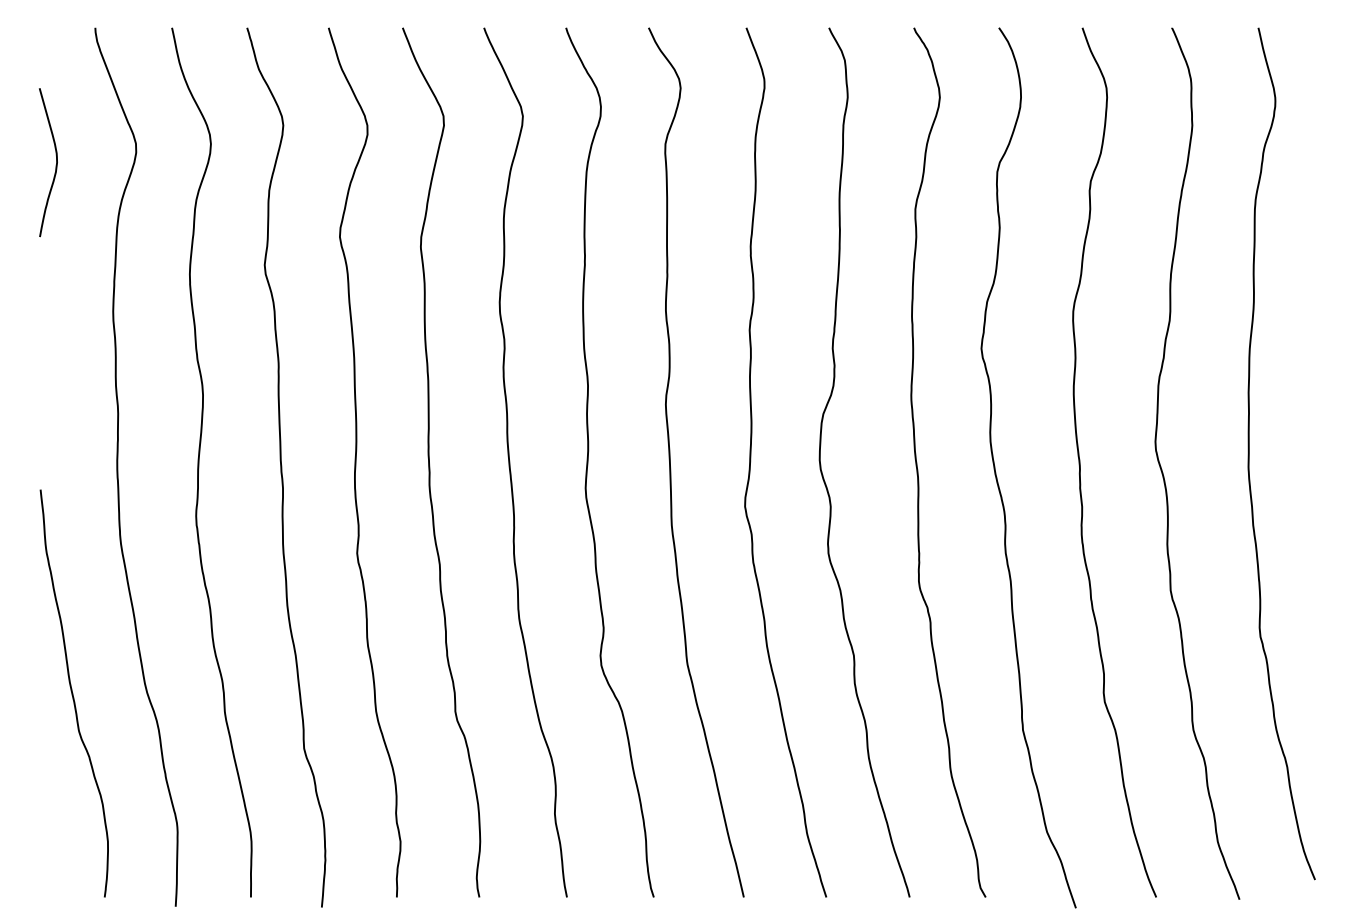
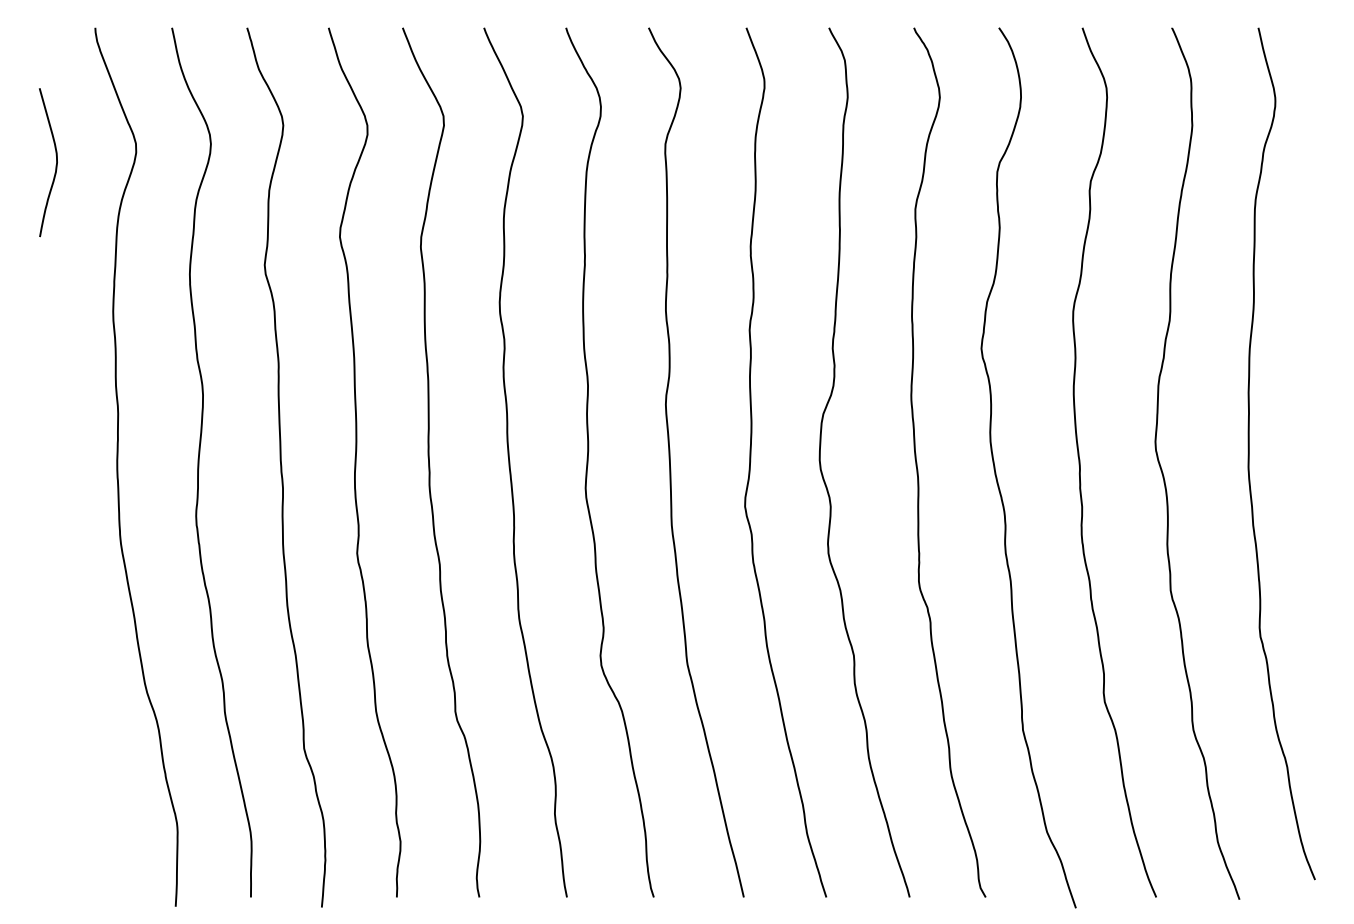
curve at (73, 693): present -> none
